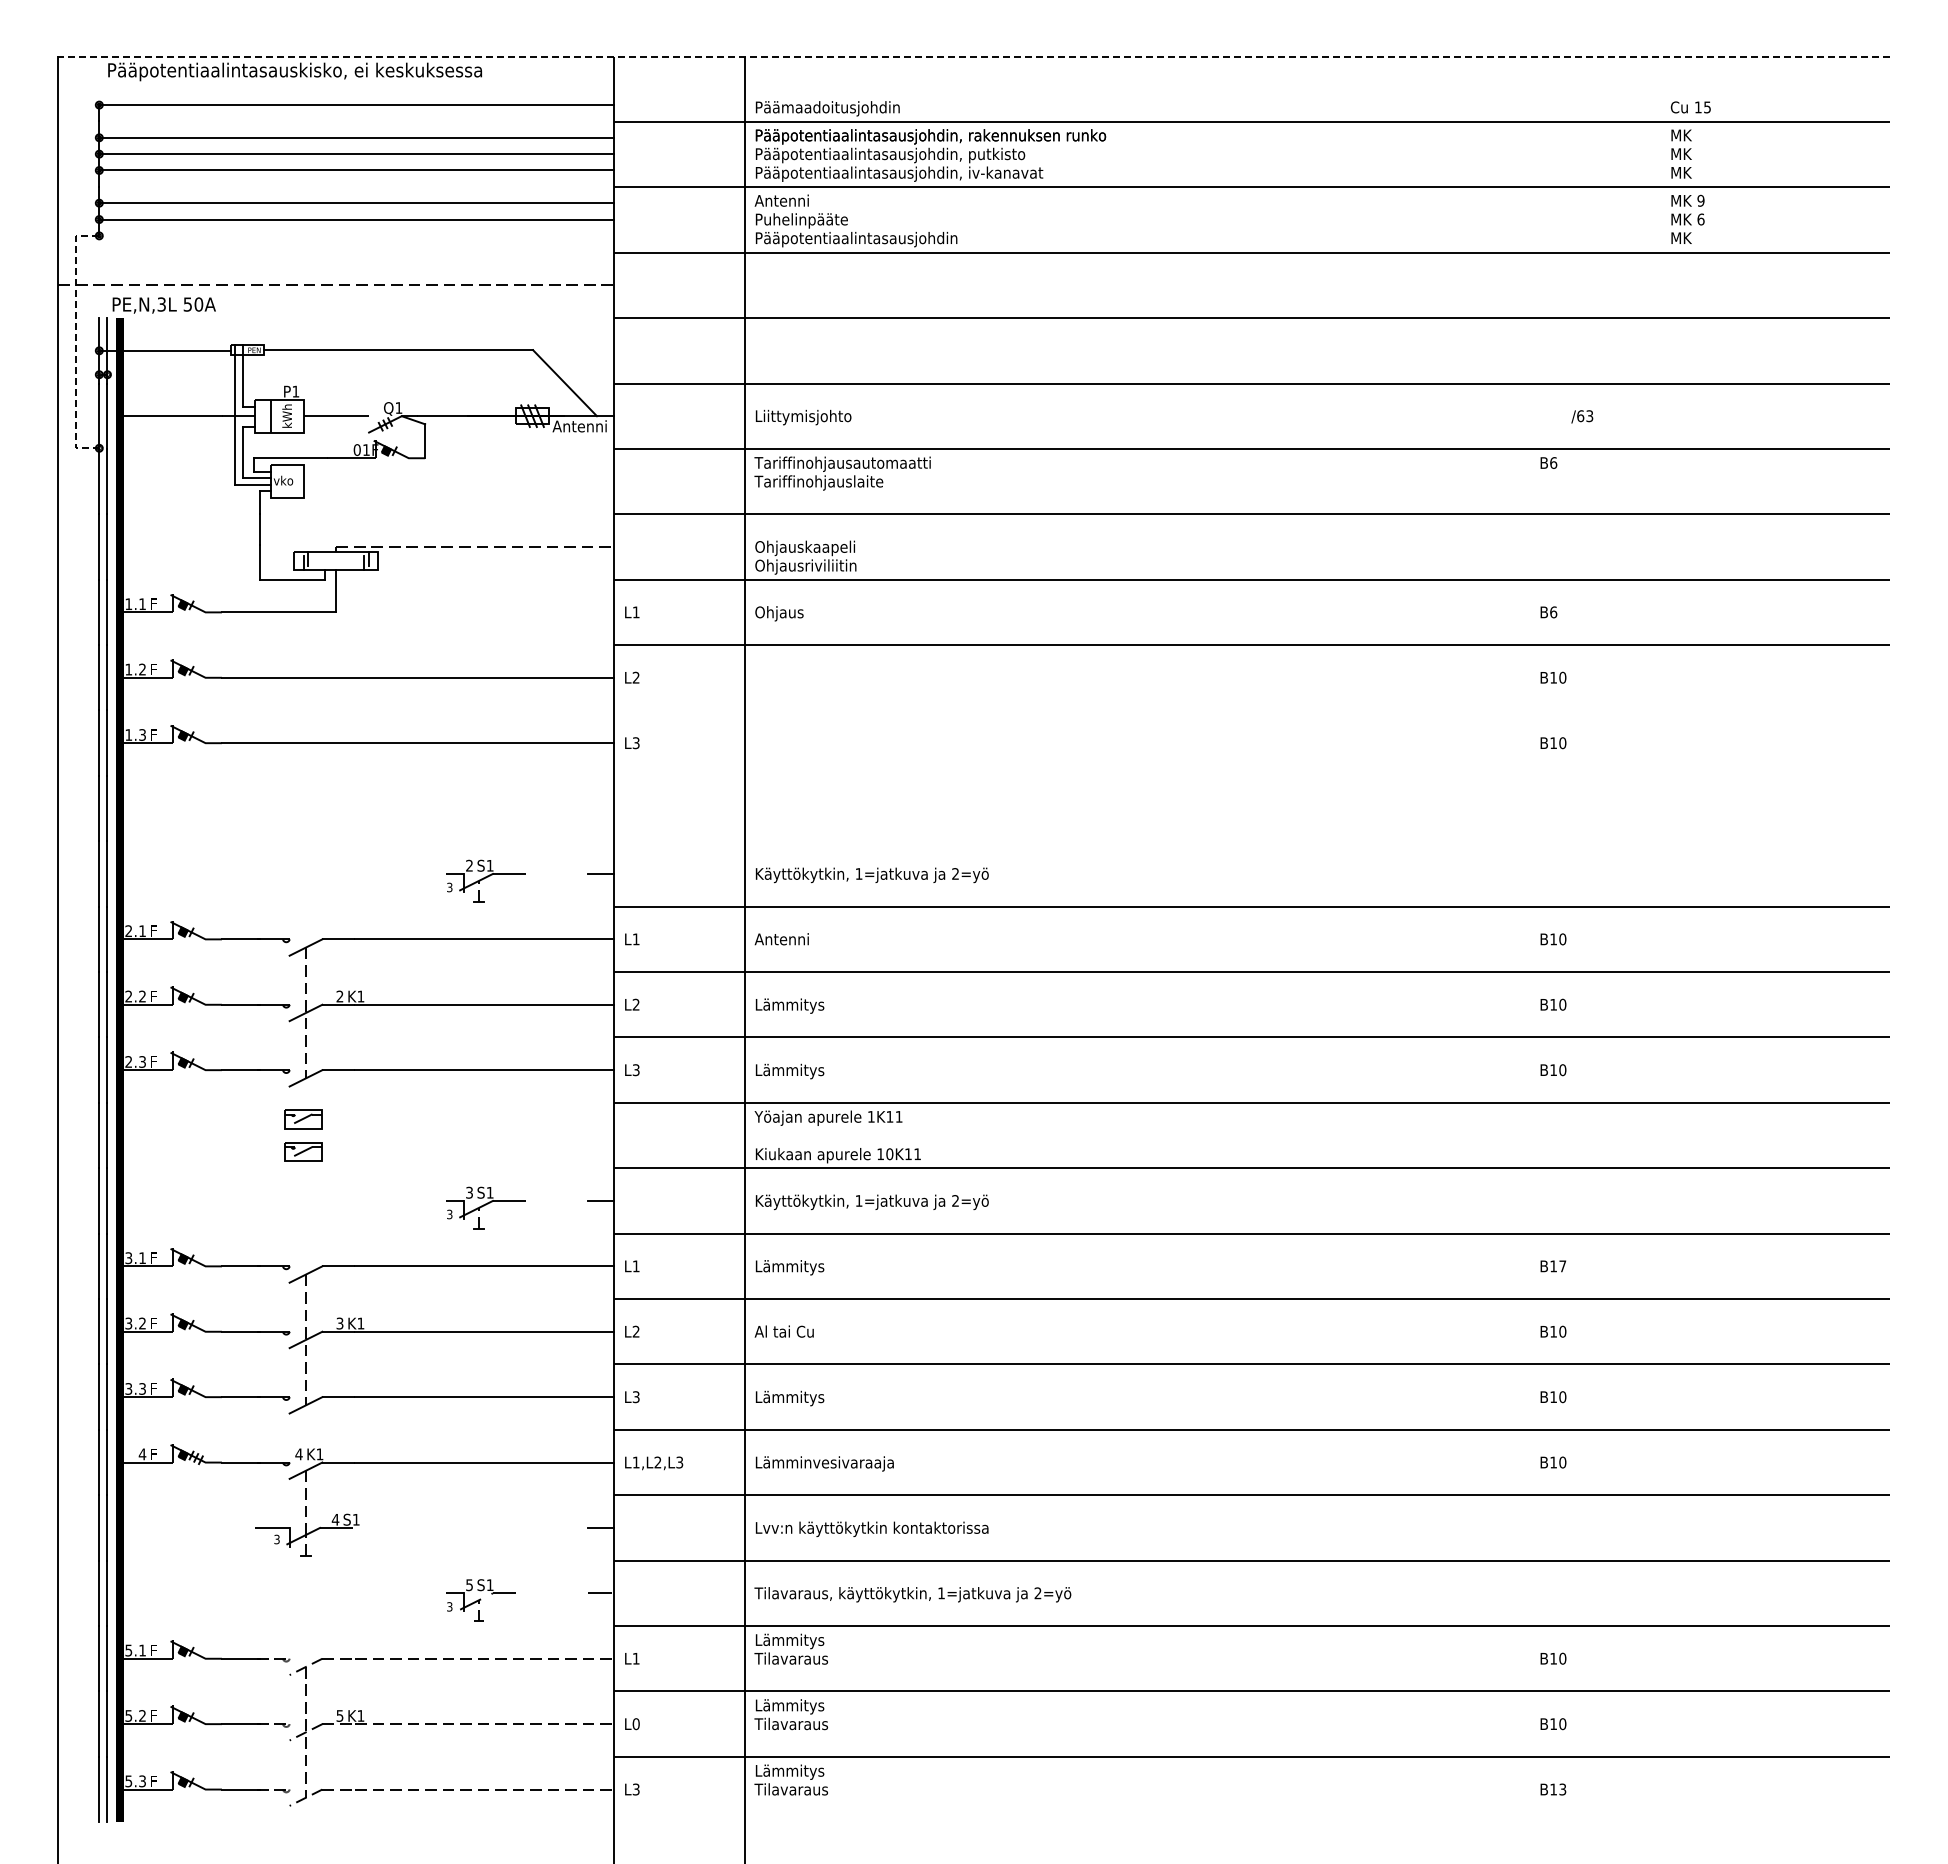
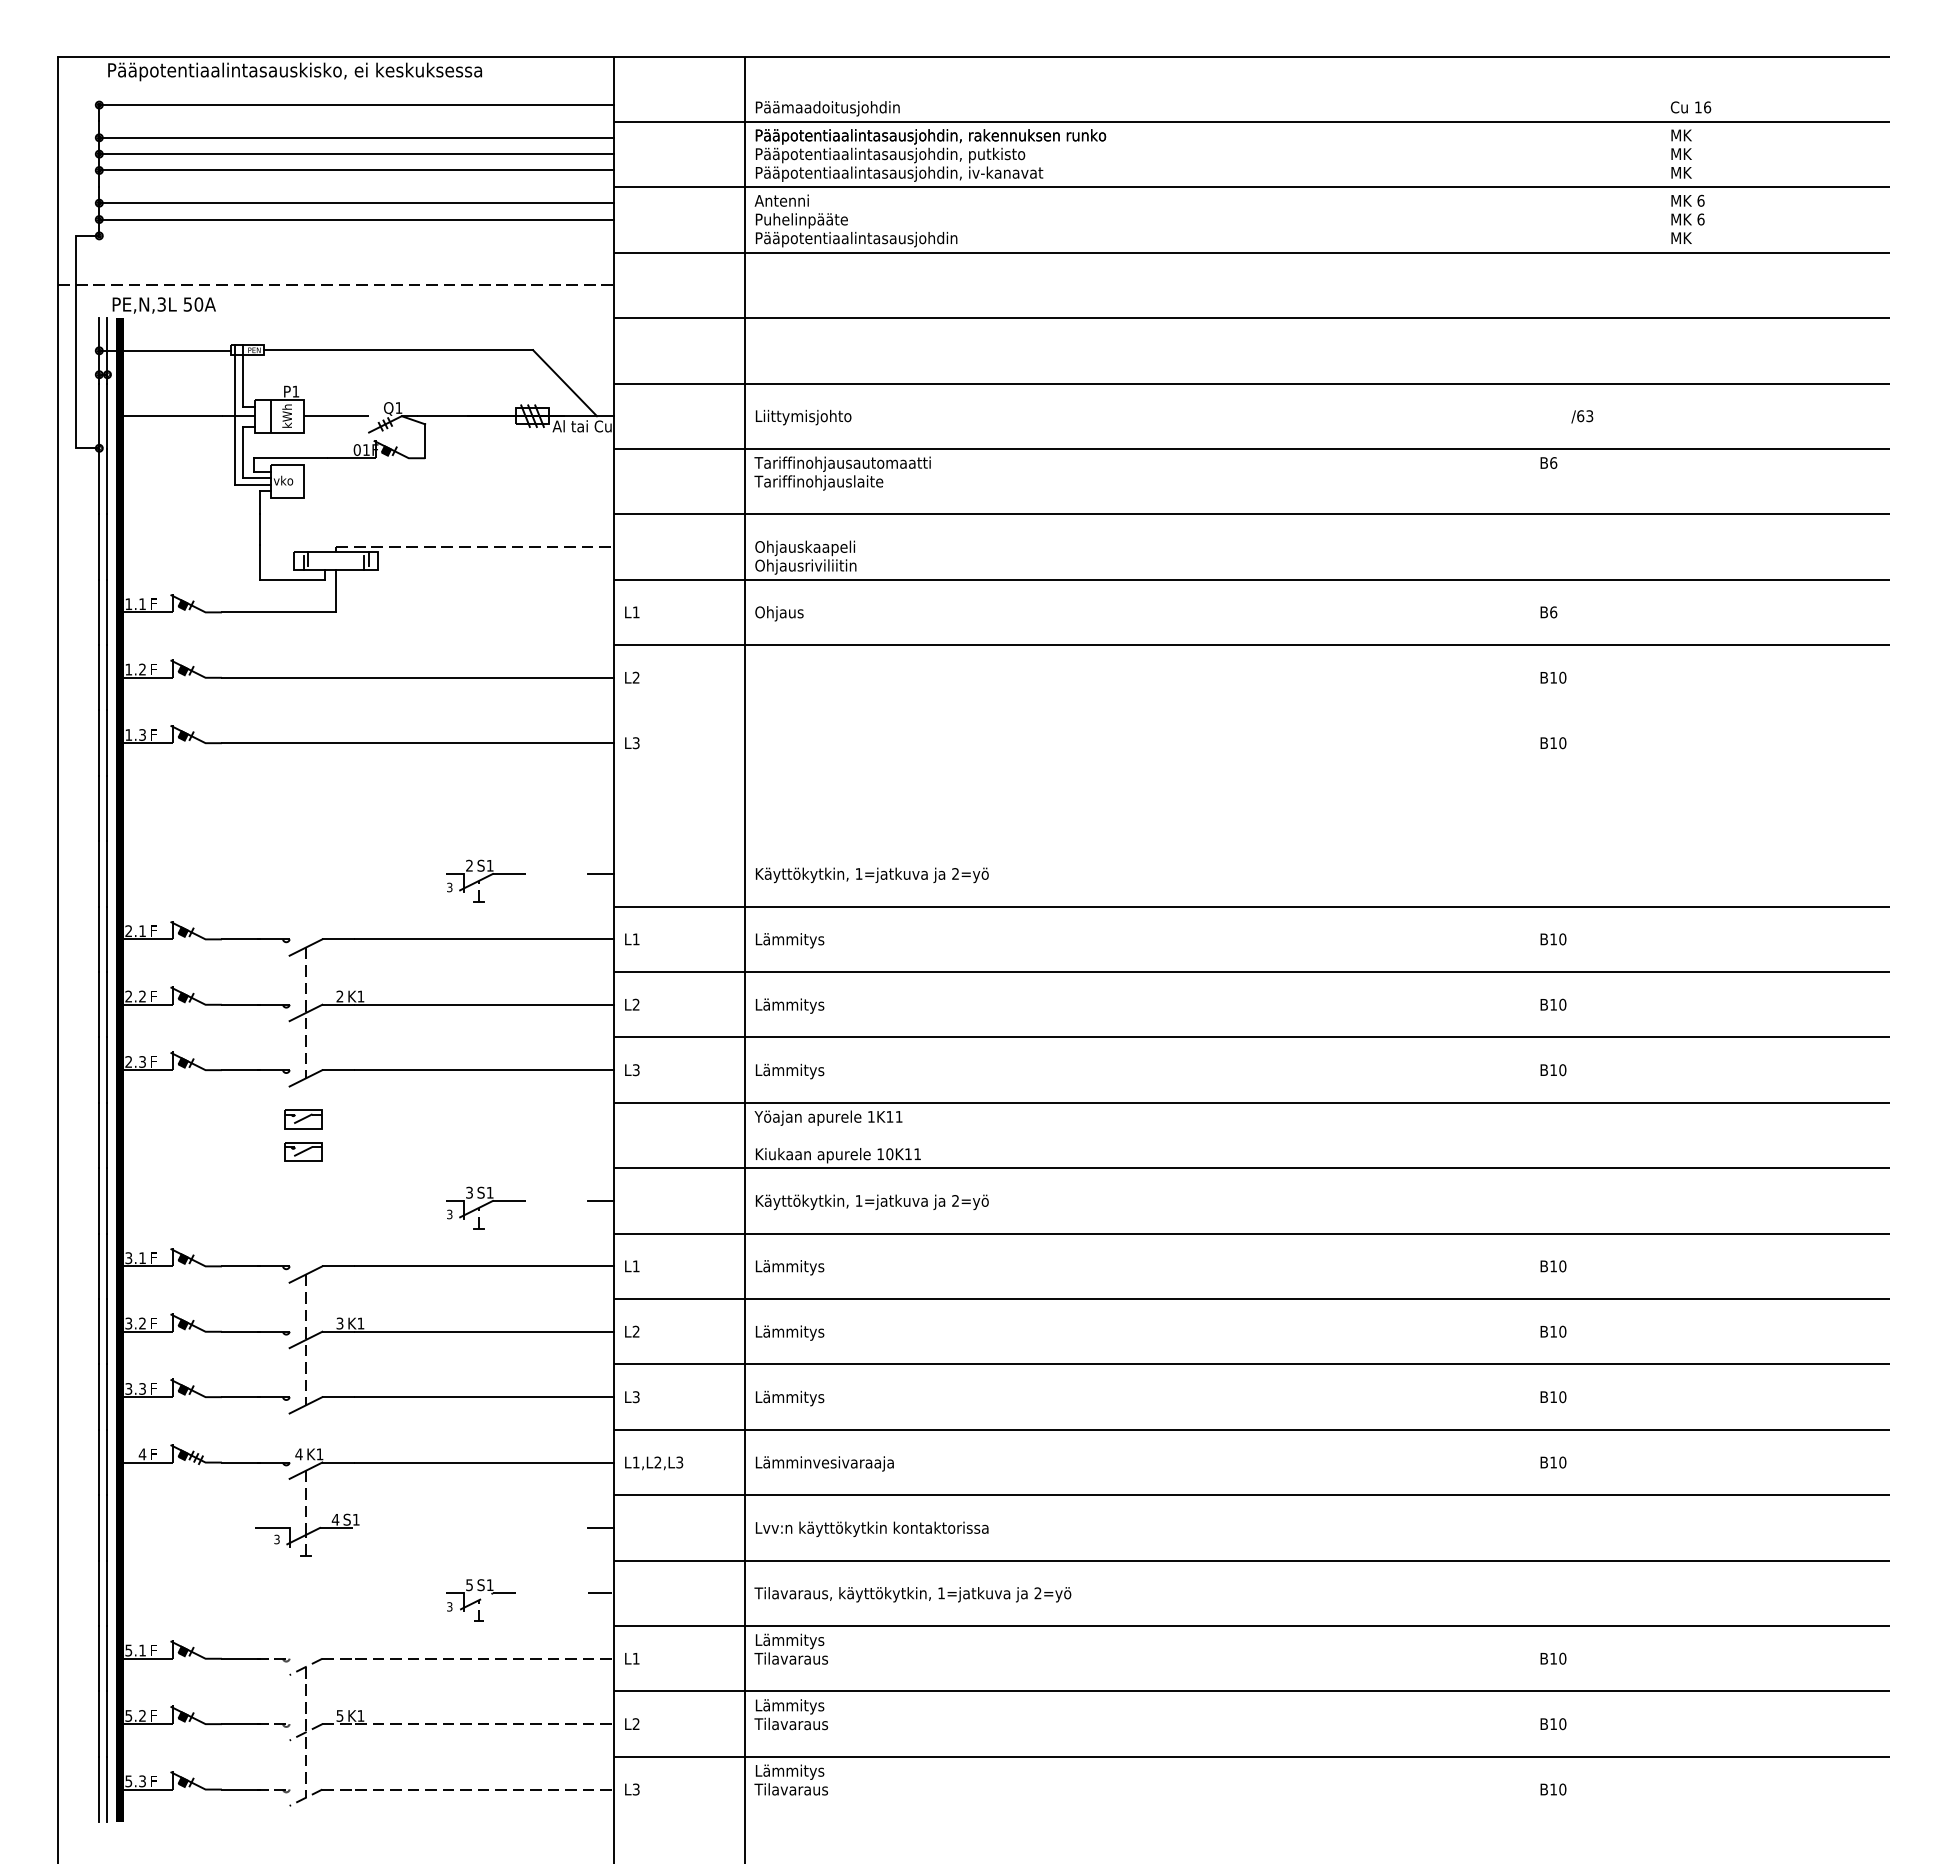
line at (973, 56): dashed -> solid
text at (1707, 107): 15 -> 16
text at (1700, 200): 9 -> 6
line at (75, 342): dashed -> solid
text at (587, 426): Antenni -> Al tai Cu
text at (789, 940): Antenni -> Lämmitys
text at (1562, 1266): B17 -> B10
text at (789, 1332): Al tai Cu -> Lämmitys
text at (635, 1724): L0 -> L2
text at (1562, 1789): B13 -> B10
